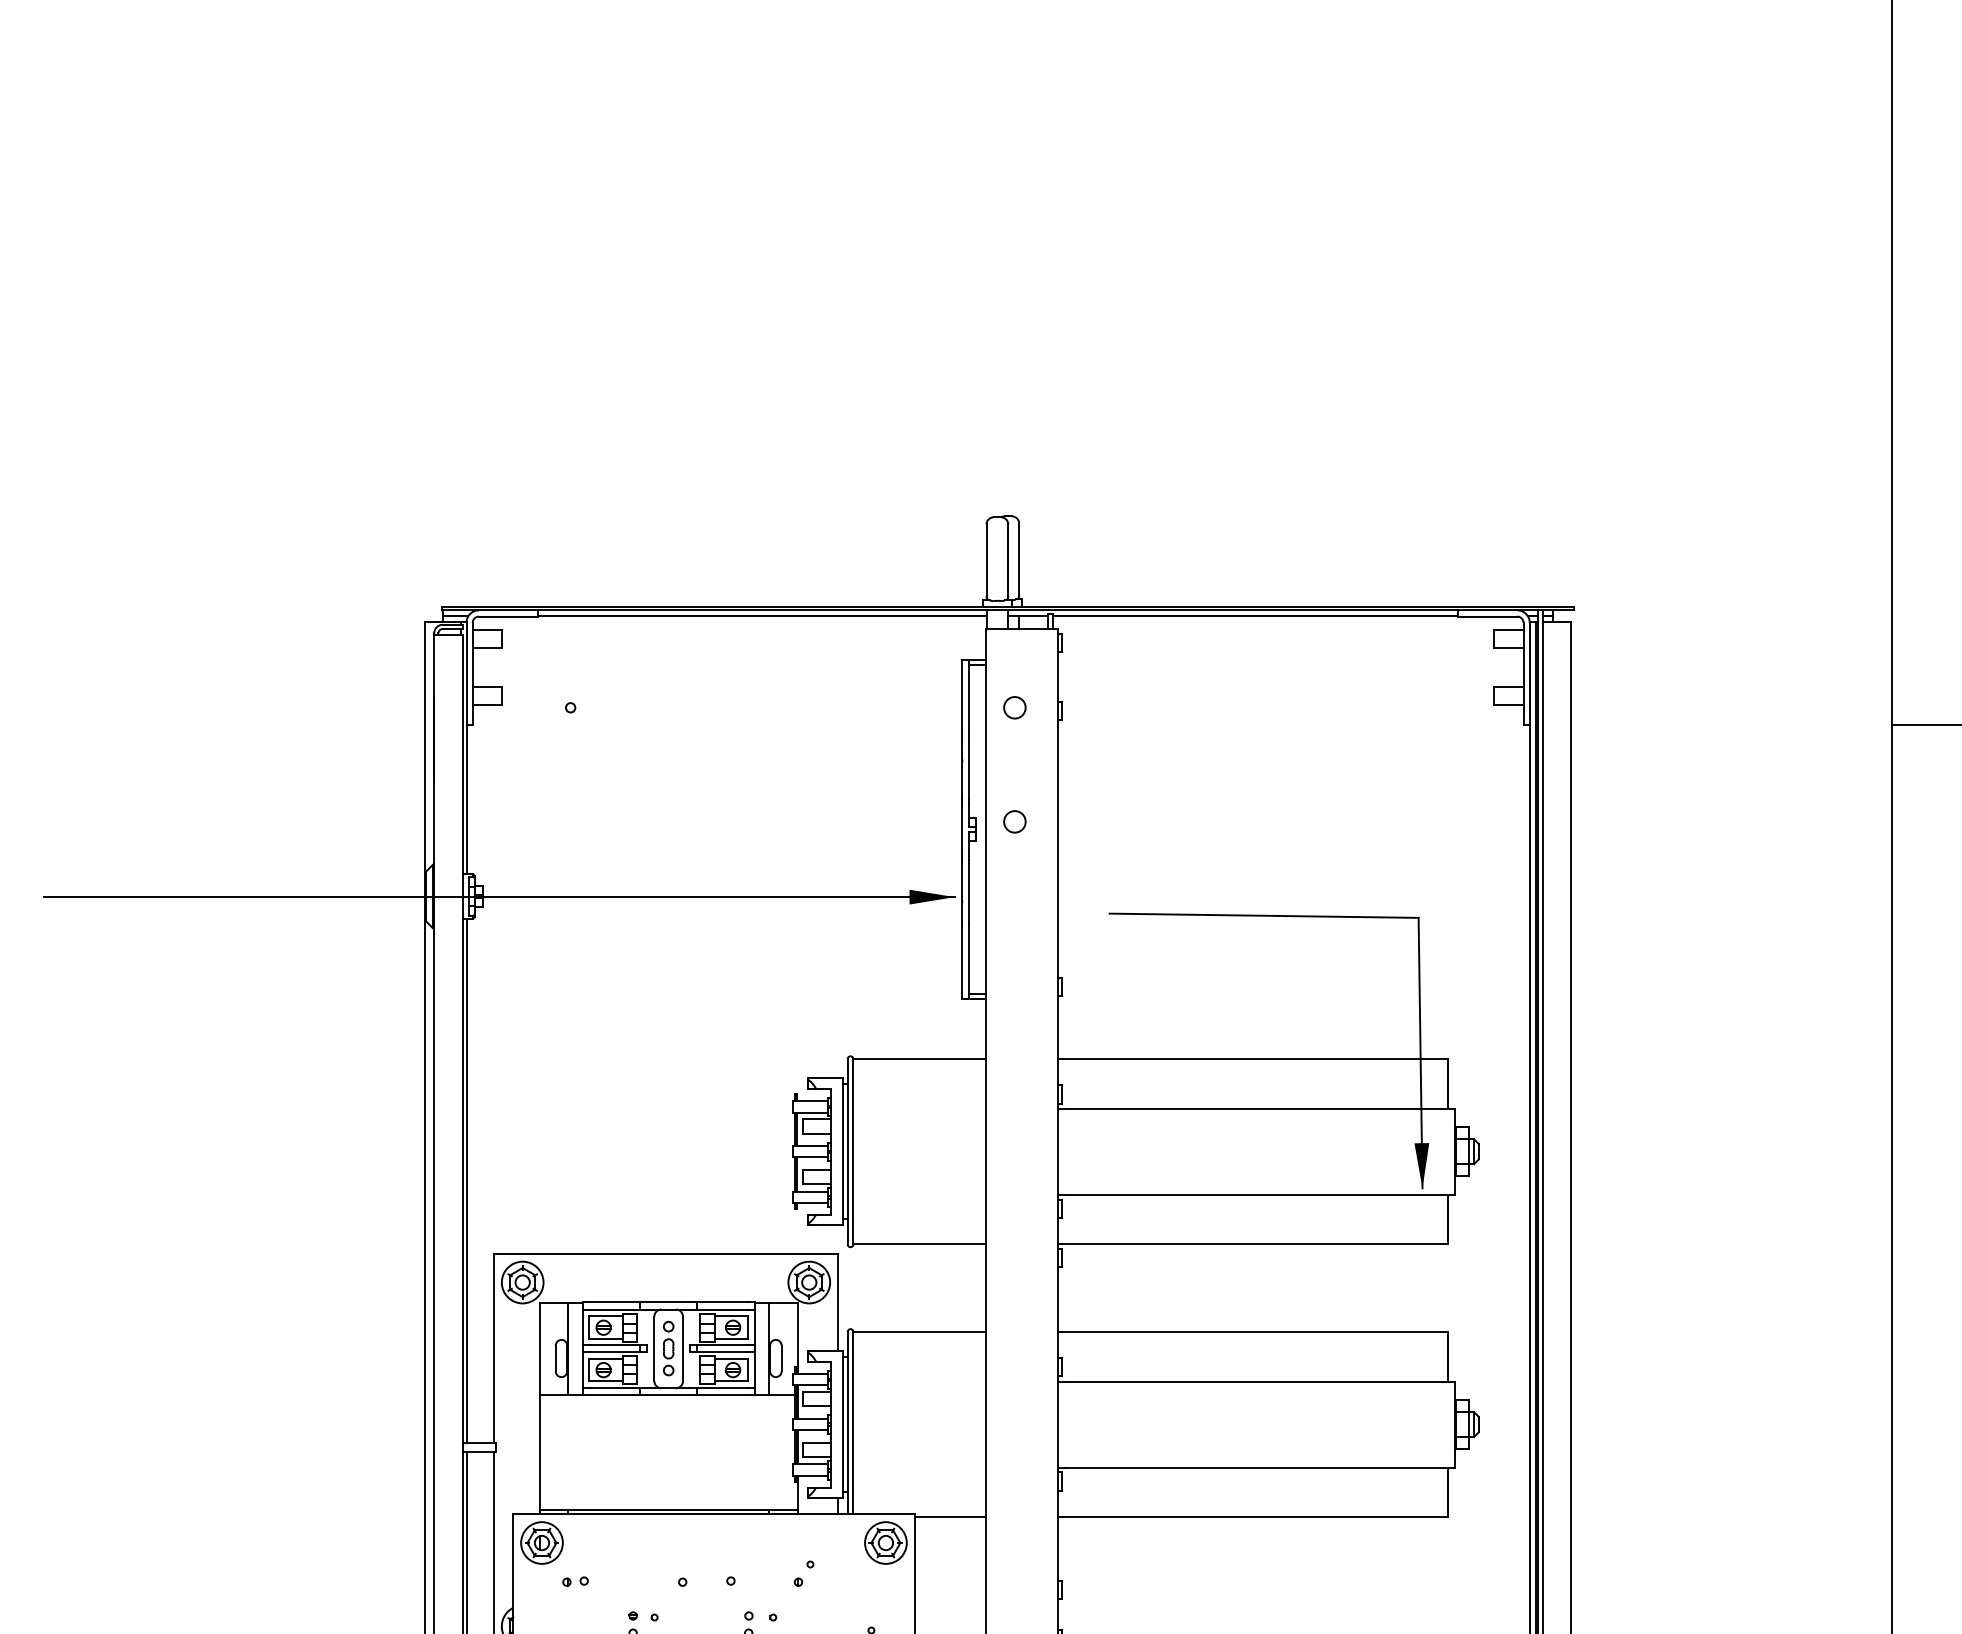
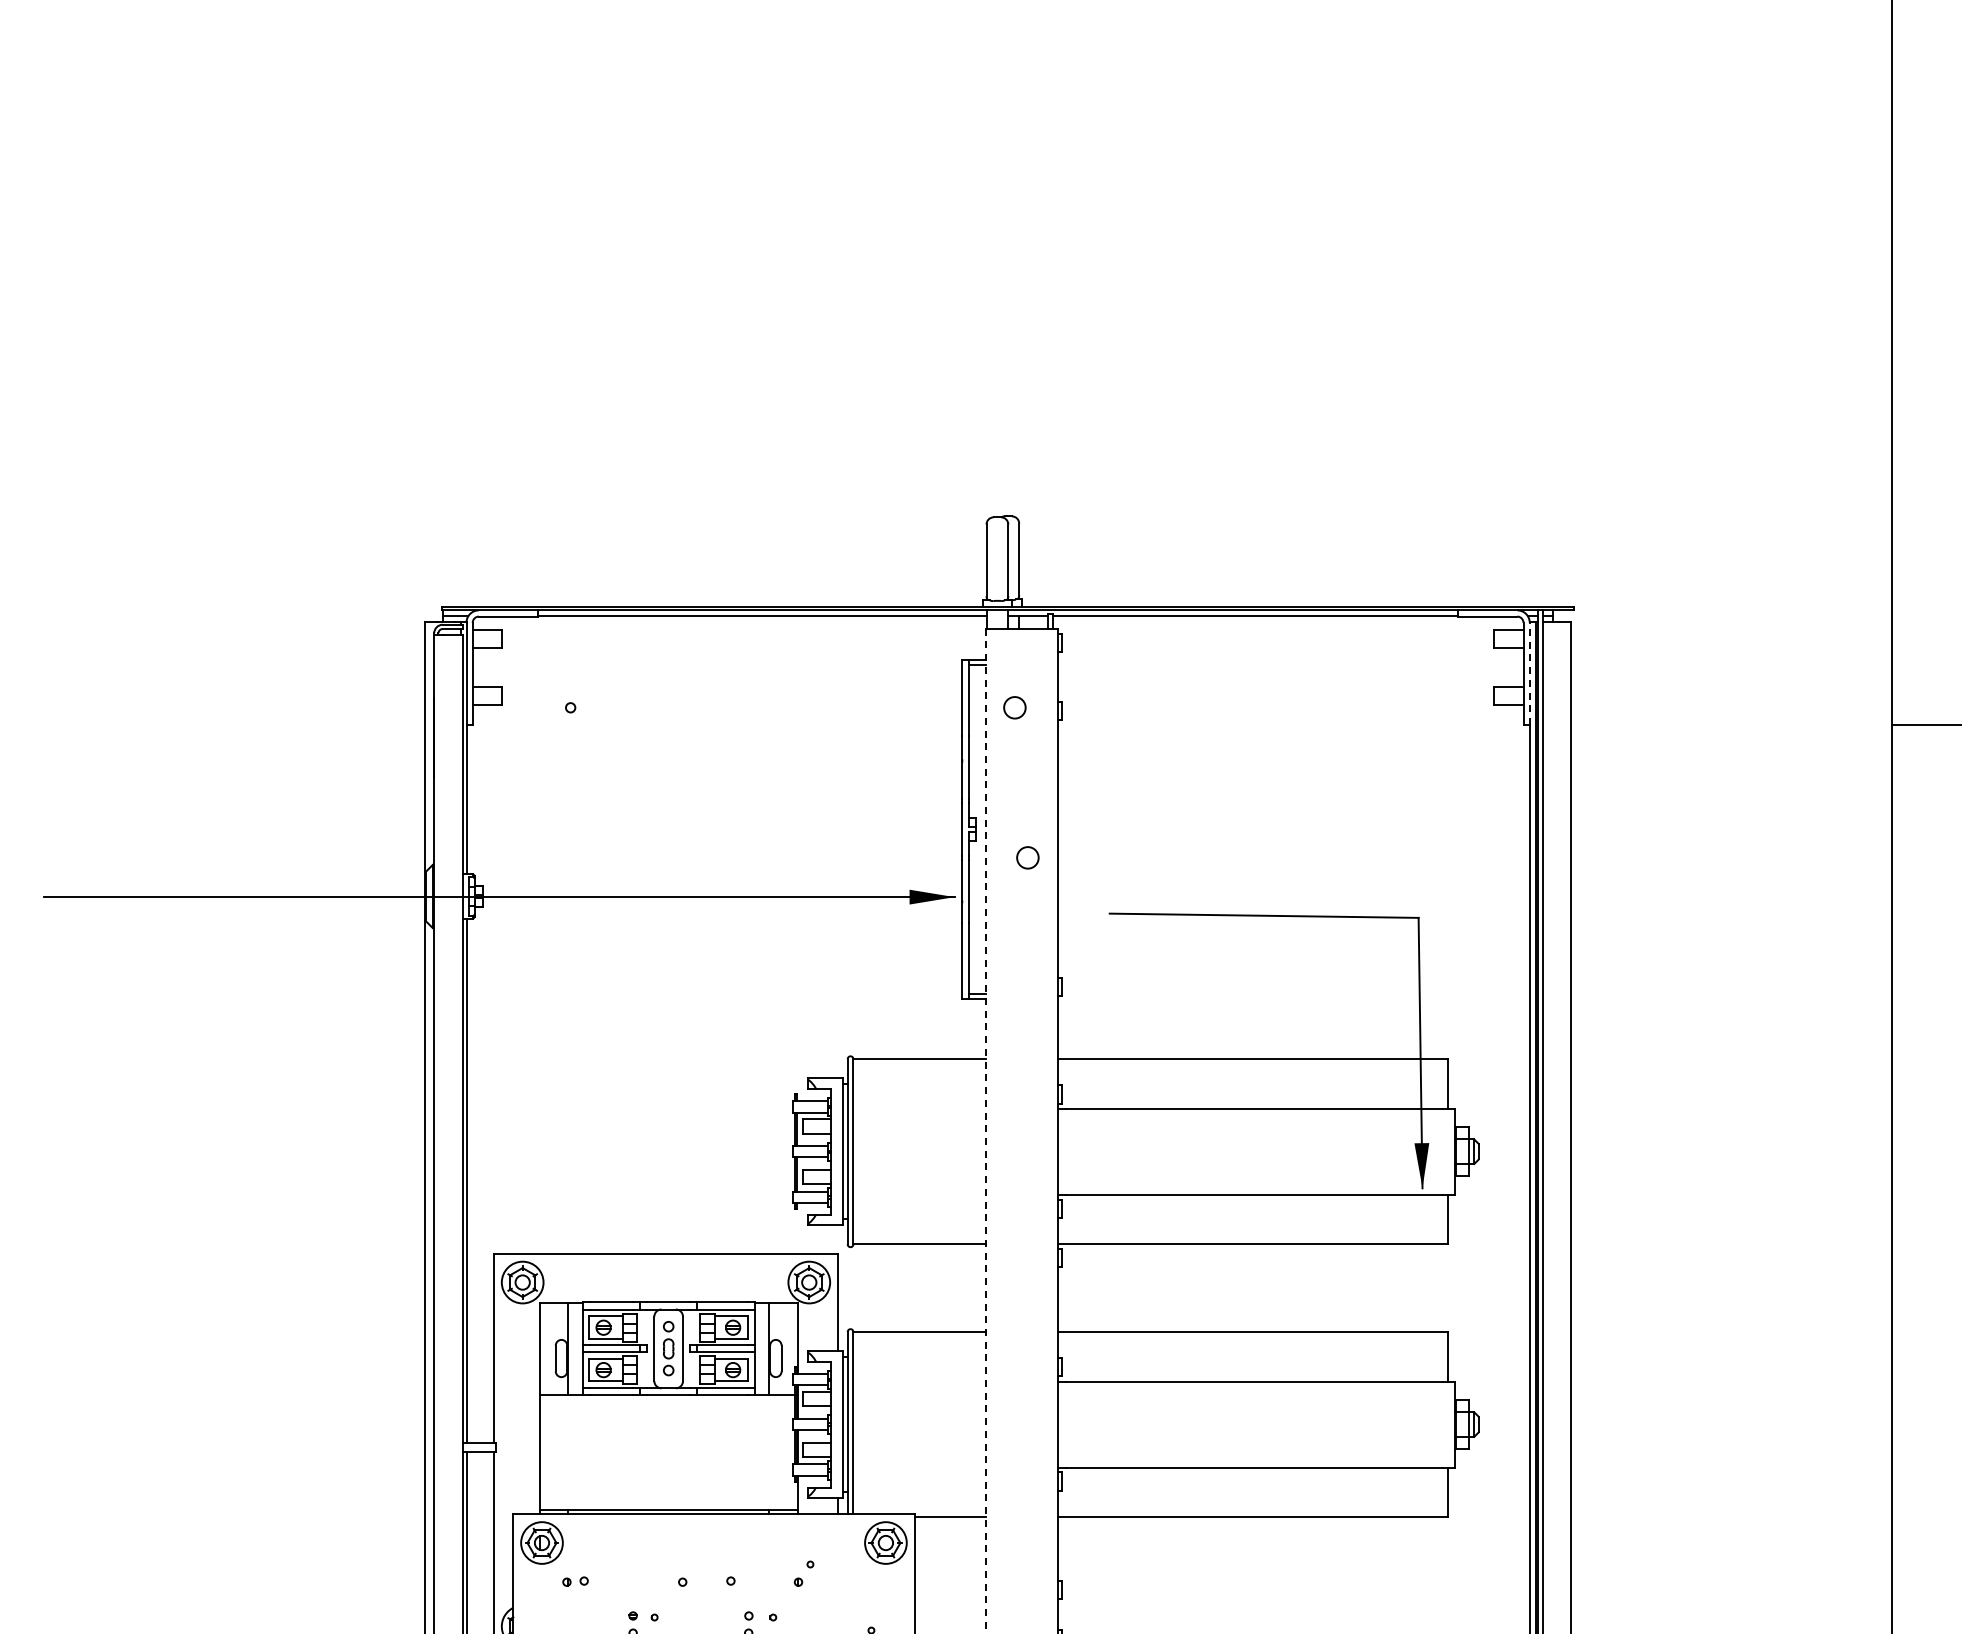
line at (1529, 673): solid -> dashed
circle at (1014, 821) position: (1014, 821) -> (1027, 857)
line at (986, 1131): solid -> dashed
